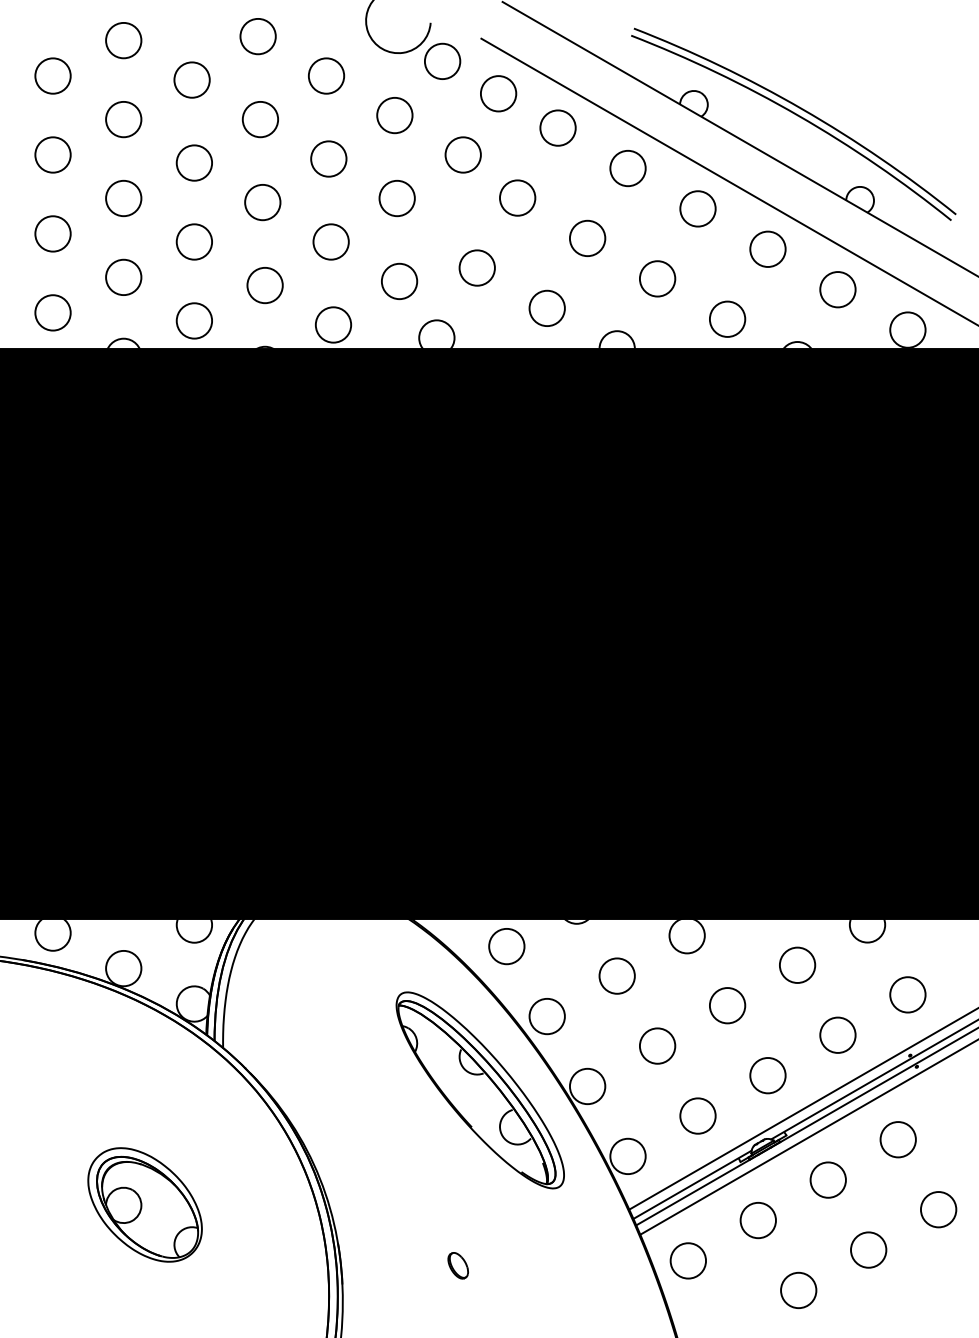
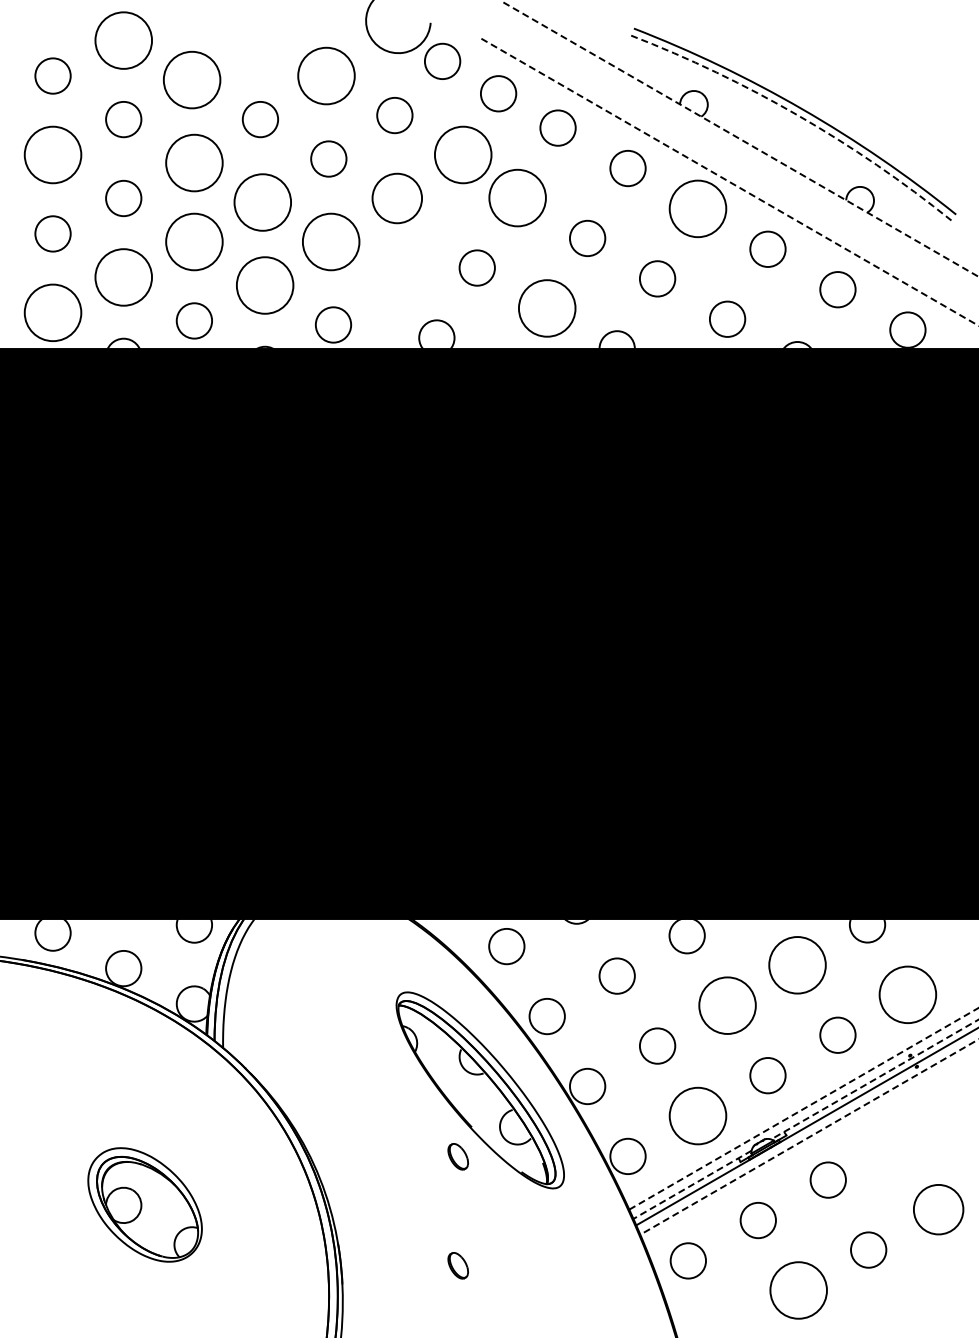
circle at (257, 36): present -> none
circle at (123, 40) diameter: 35 px -> 57 px
circle at (326, 75) diameter: 35 px -> 57 px
circle at (191, 79) diameter: 35 px -> 57 px
arc at (798, 115): solid -> dashed
line at (740, 139): solid -> dashed
circle at (52, 154) diameter: 35 px -> 57 px
circle at (462, 154) diameter: 35 px -> 57 px
circle at (194, 162) diameter: 35 px -> 57 px
line at (730, 182): solid -> dashed
circle at (517, 197) diameter: 35 px -> 57 px
circle at (396, 198) size: 38x39 px -> 52x53 px
circle at (262, 202) diameter: 35 px -> 57 px
circle at (697, 208) diameter: 35 px -> 57 px
circle at (194, 241) diameter: 35 px -> 57 px
circle at (330, 241) diameter: 35 px -> 57 px
circle at (123, 277) diameter: 35 px -> 57 px
circle at (399, 280): present -> none
circle at (264, 285) diameter: 35 px -> 57 px
circle at (546, 308) diameter: 35 px -> 57 px
circle at (52, 312) diameter: 35 px -> 57 px
circle at (797, 964) diameter: 35 px -> 57 px
circle at (907, 994) diameter: 35 px -> 57 px
circle at (727, 1005) diameter: 35 px -> 57 px
line at (874, 1079): solid -> dashed
line at (804, 1108): solid -> dashed
circle at (697, 1115) diameter: 35 px -> 57 px
line at (809, 1137): solid -> dashed
circle at (897, 1139): present -> none
part at (457, 1156): none -> present
line at (692, 1185): solid -> dashed
circle at (938, 1209) diameter: 35 px -> 49 px
circle at (798, 1290) diameter: 35 px -> 57 px
